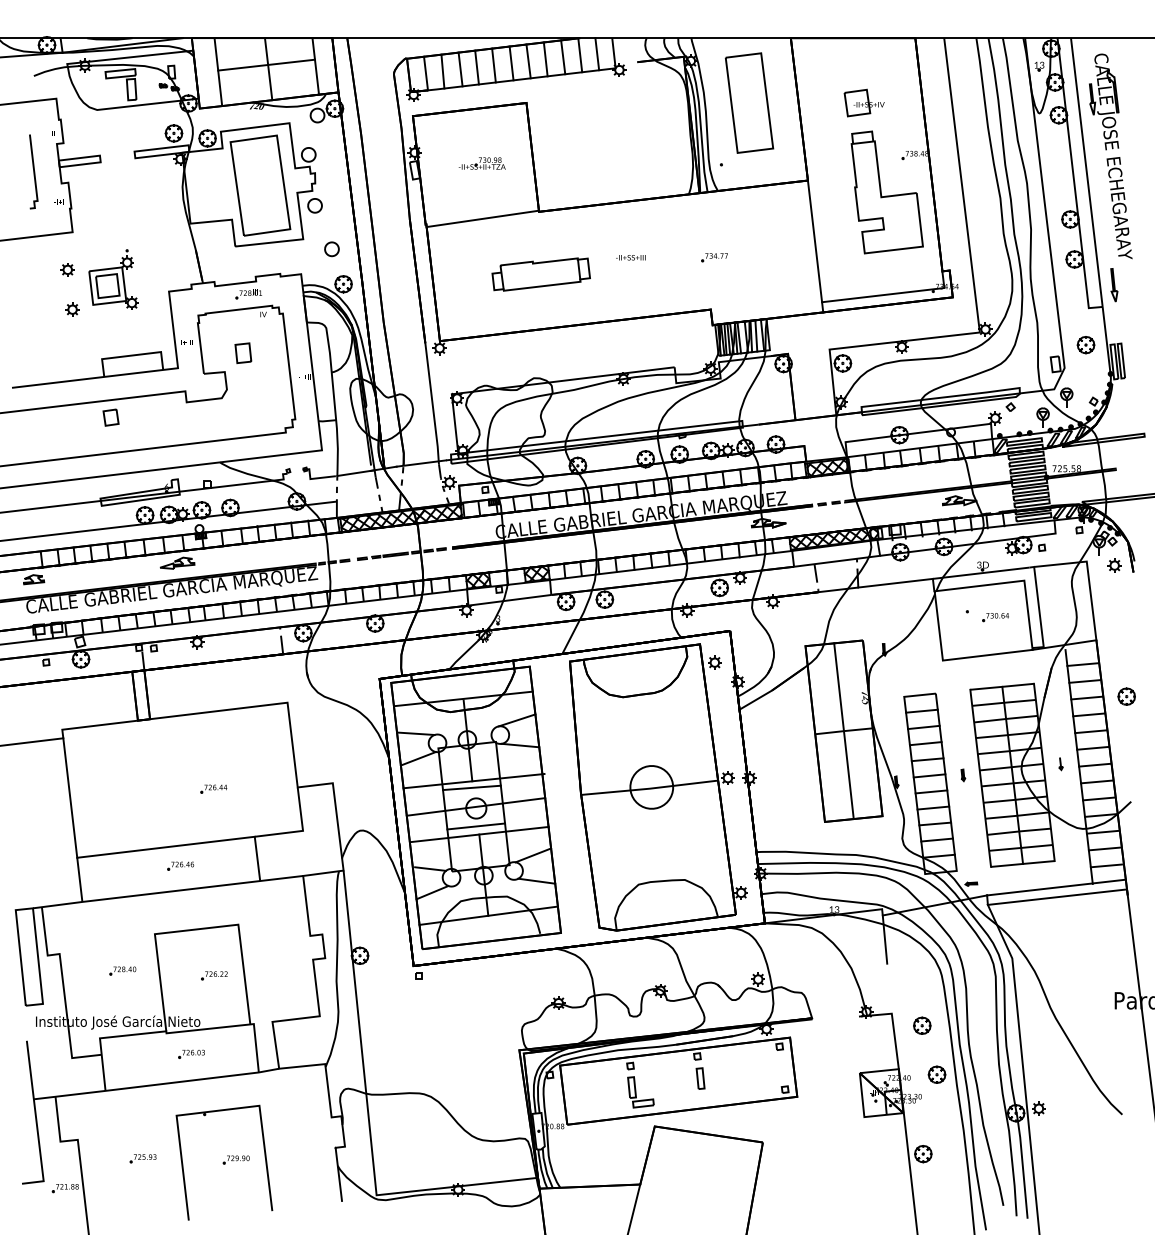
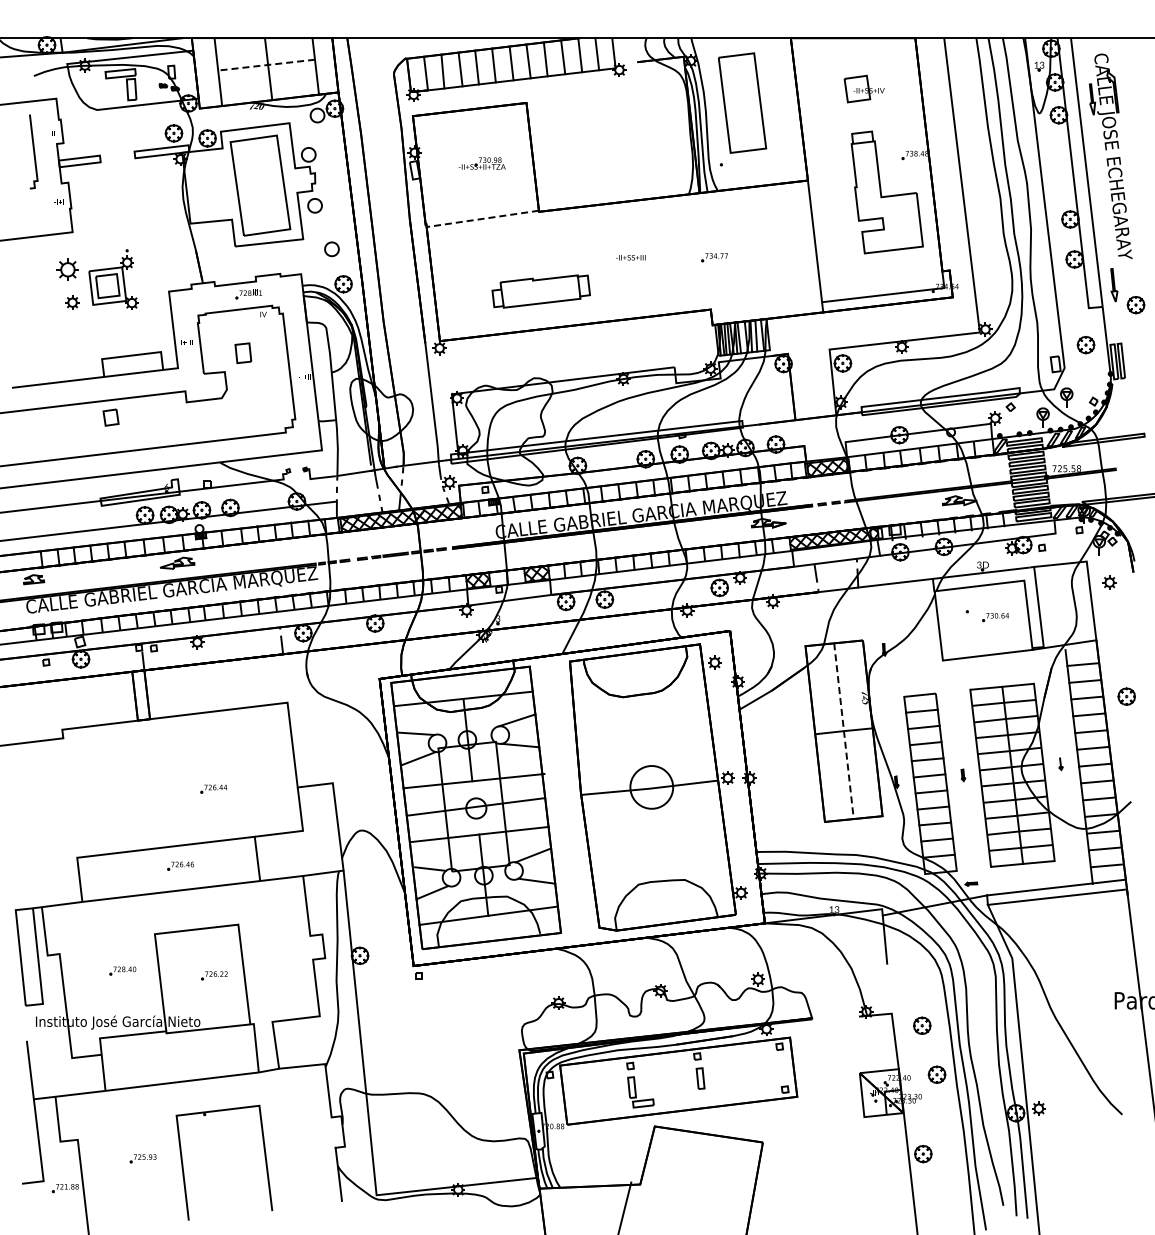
line at (266, 65): solid -> dashed
part at (749, 102) position: (749, 102) -> (742, 102)
part at (863, 102) position: (863, 102) -> (863, 88)
line at (33, 171) position: (33, 171) -> (33, 151)
line at (482, 218): solid -> dashed
part at (67, 269) size: 15x14 px -> 23x23 px
part at (540, 274) position: (540, 274) -> (540, 291)
part at (1135, 305): none -> present
part at (72, 309) position: (72, 309) -> (72, 302)
part at (1114, 565) position: (1114, 565) -> (1109, 582)
line at (844, 731): solid -> dashed
line at (471, 787): present -> none
line at (70, 797): present -> none
line at (476, 826): present -> none
part at (191, 1053): present -> none
part at (235, 1159): present -> none
line at (634, 1207) position: (634, 1207) -> (625, 1206)
